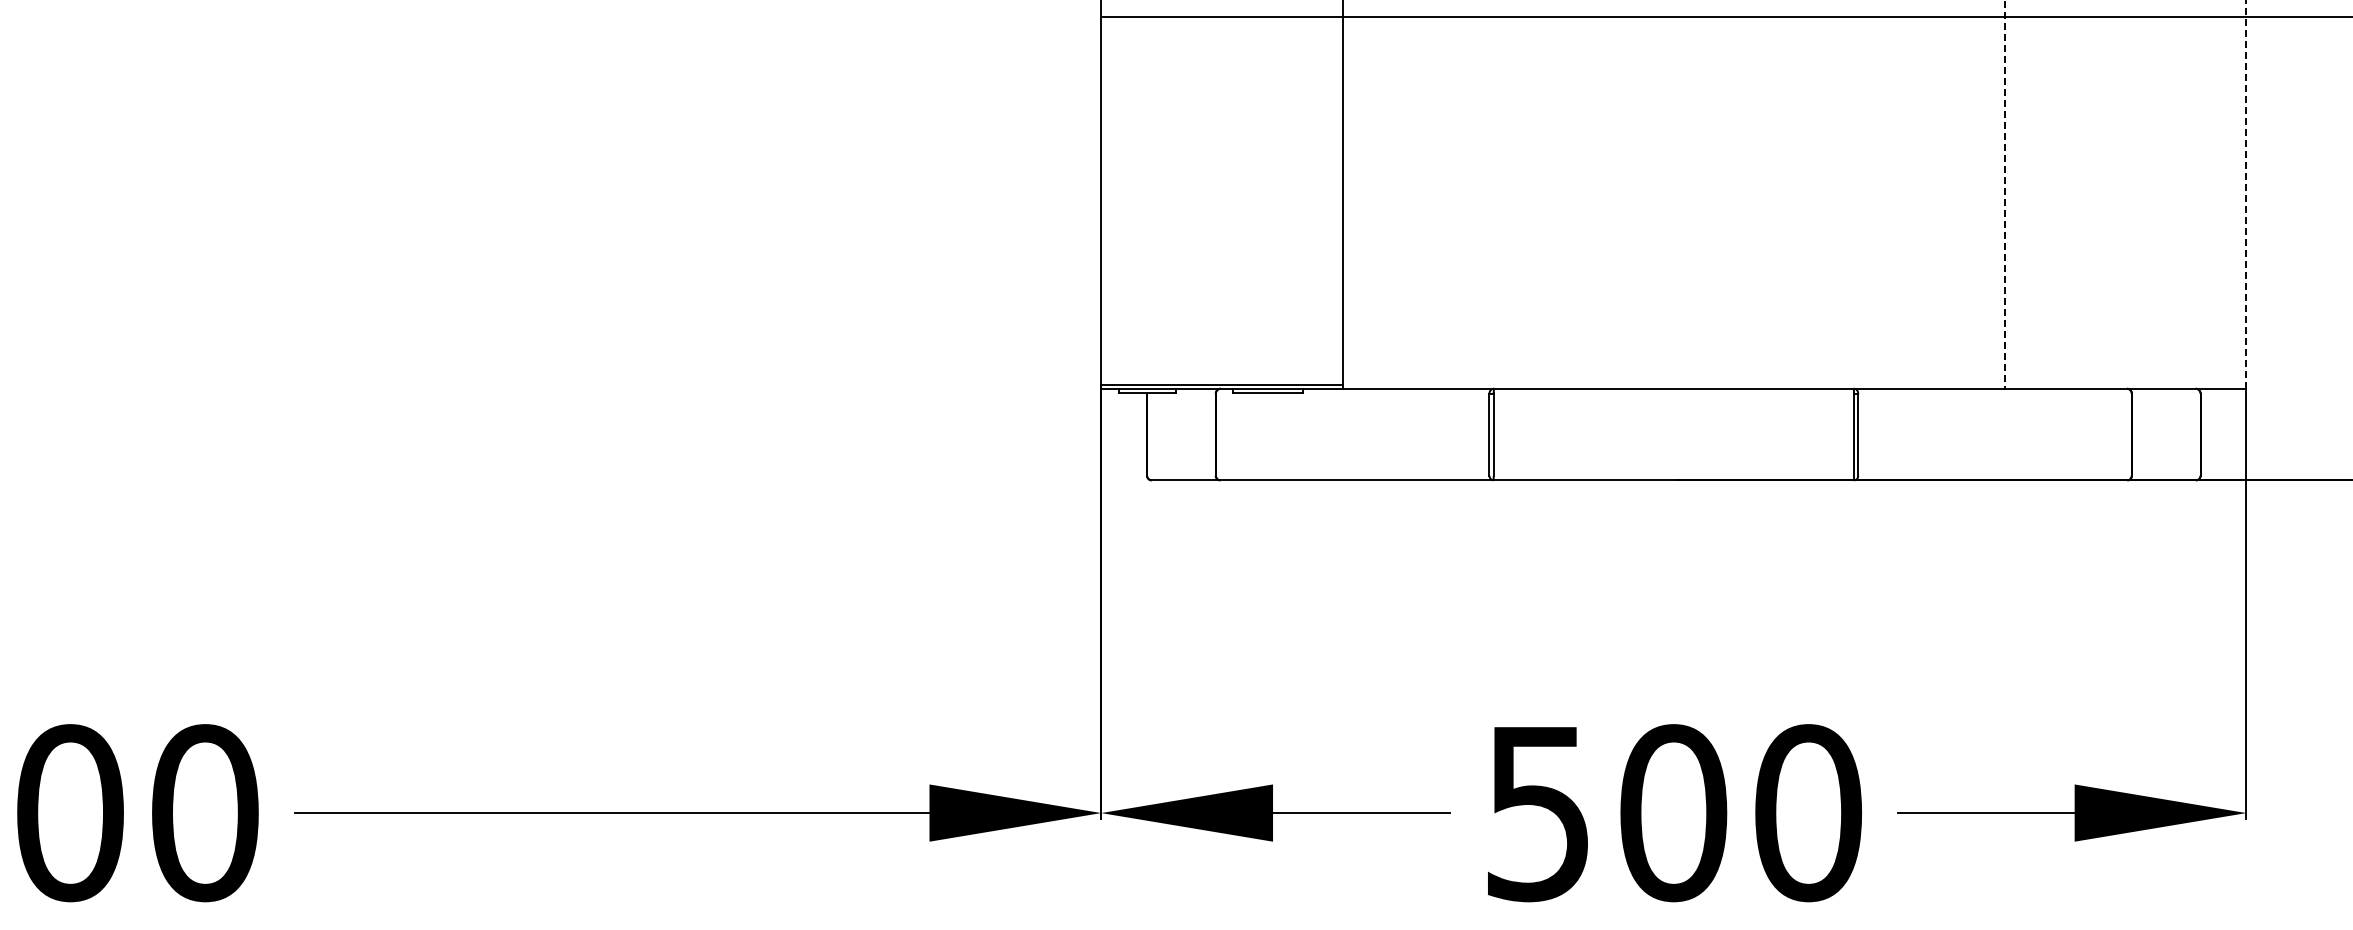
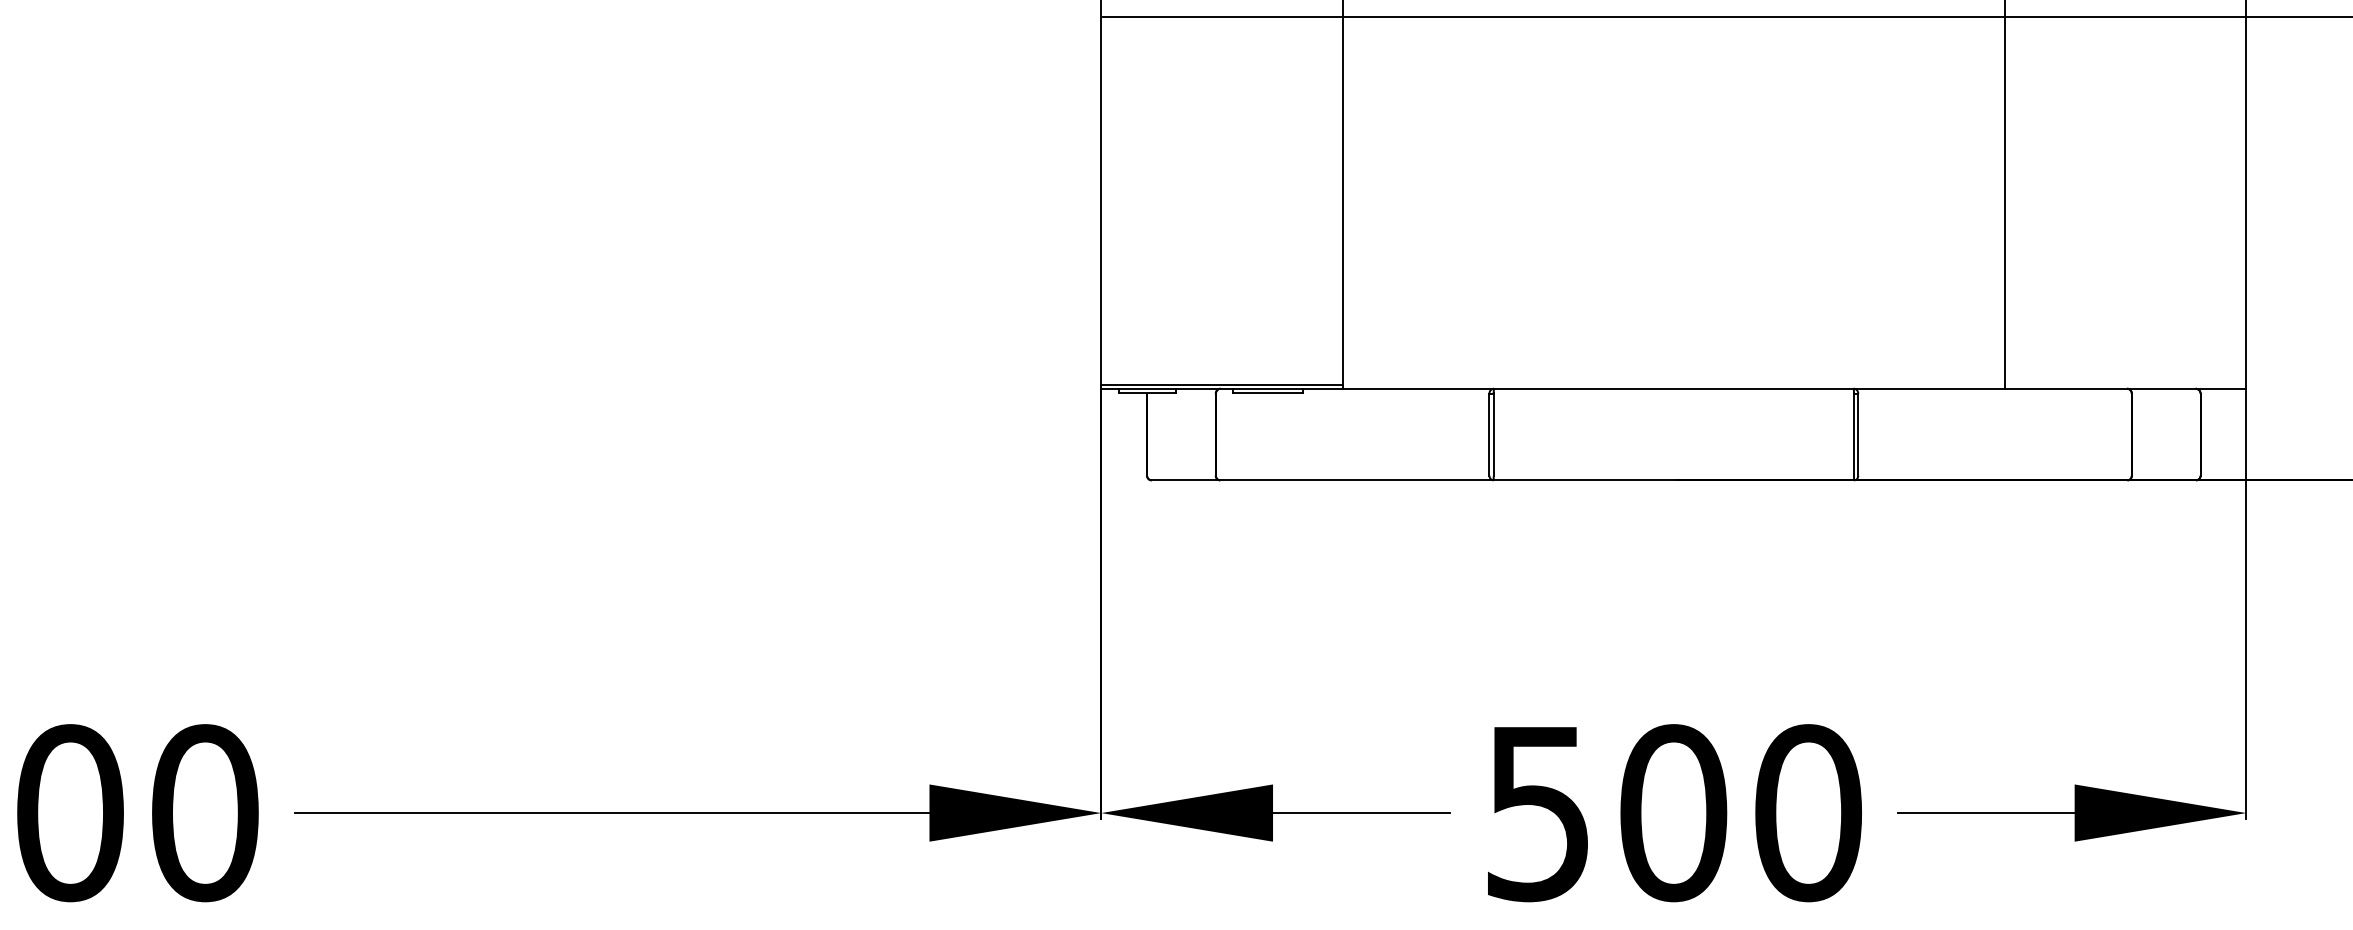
line at (2005, 194): dashed -> solid
line at (2246, 194): dashed -> solid
